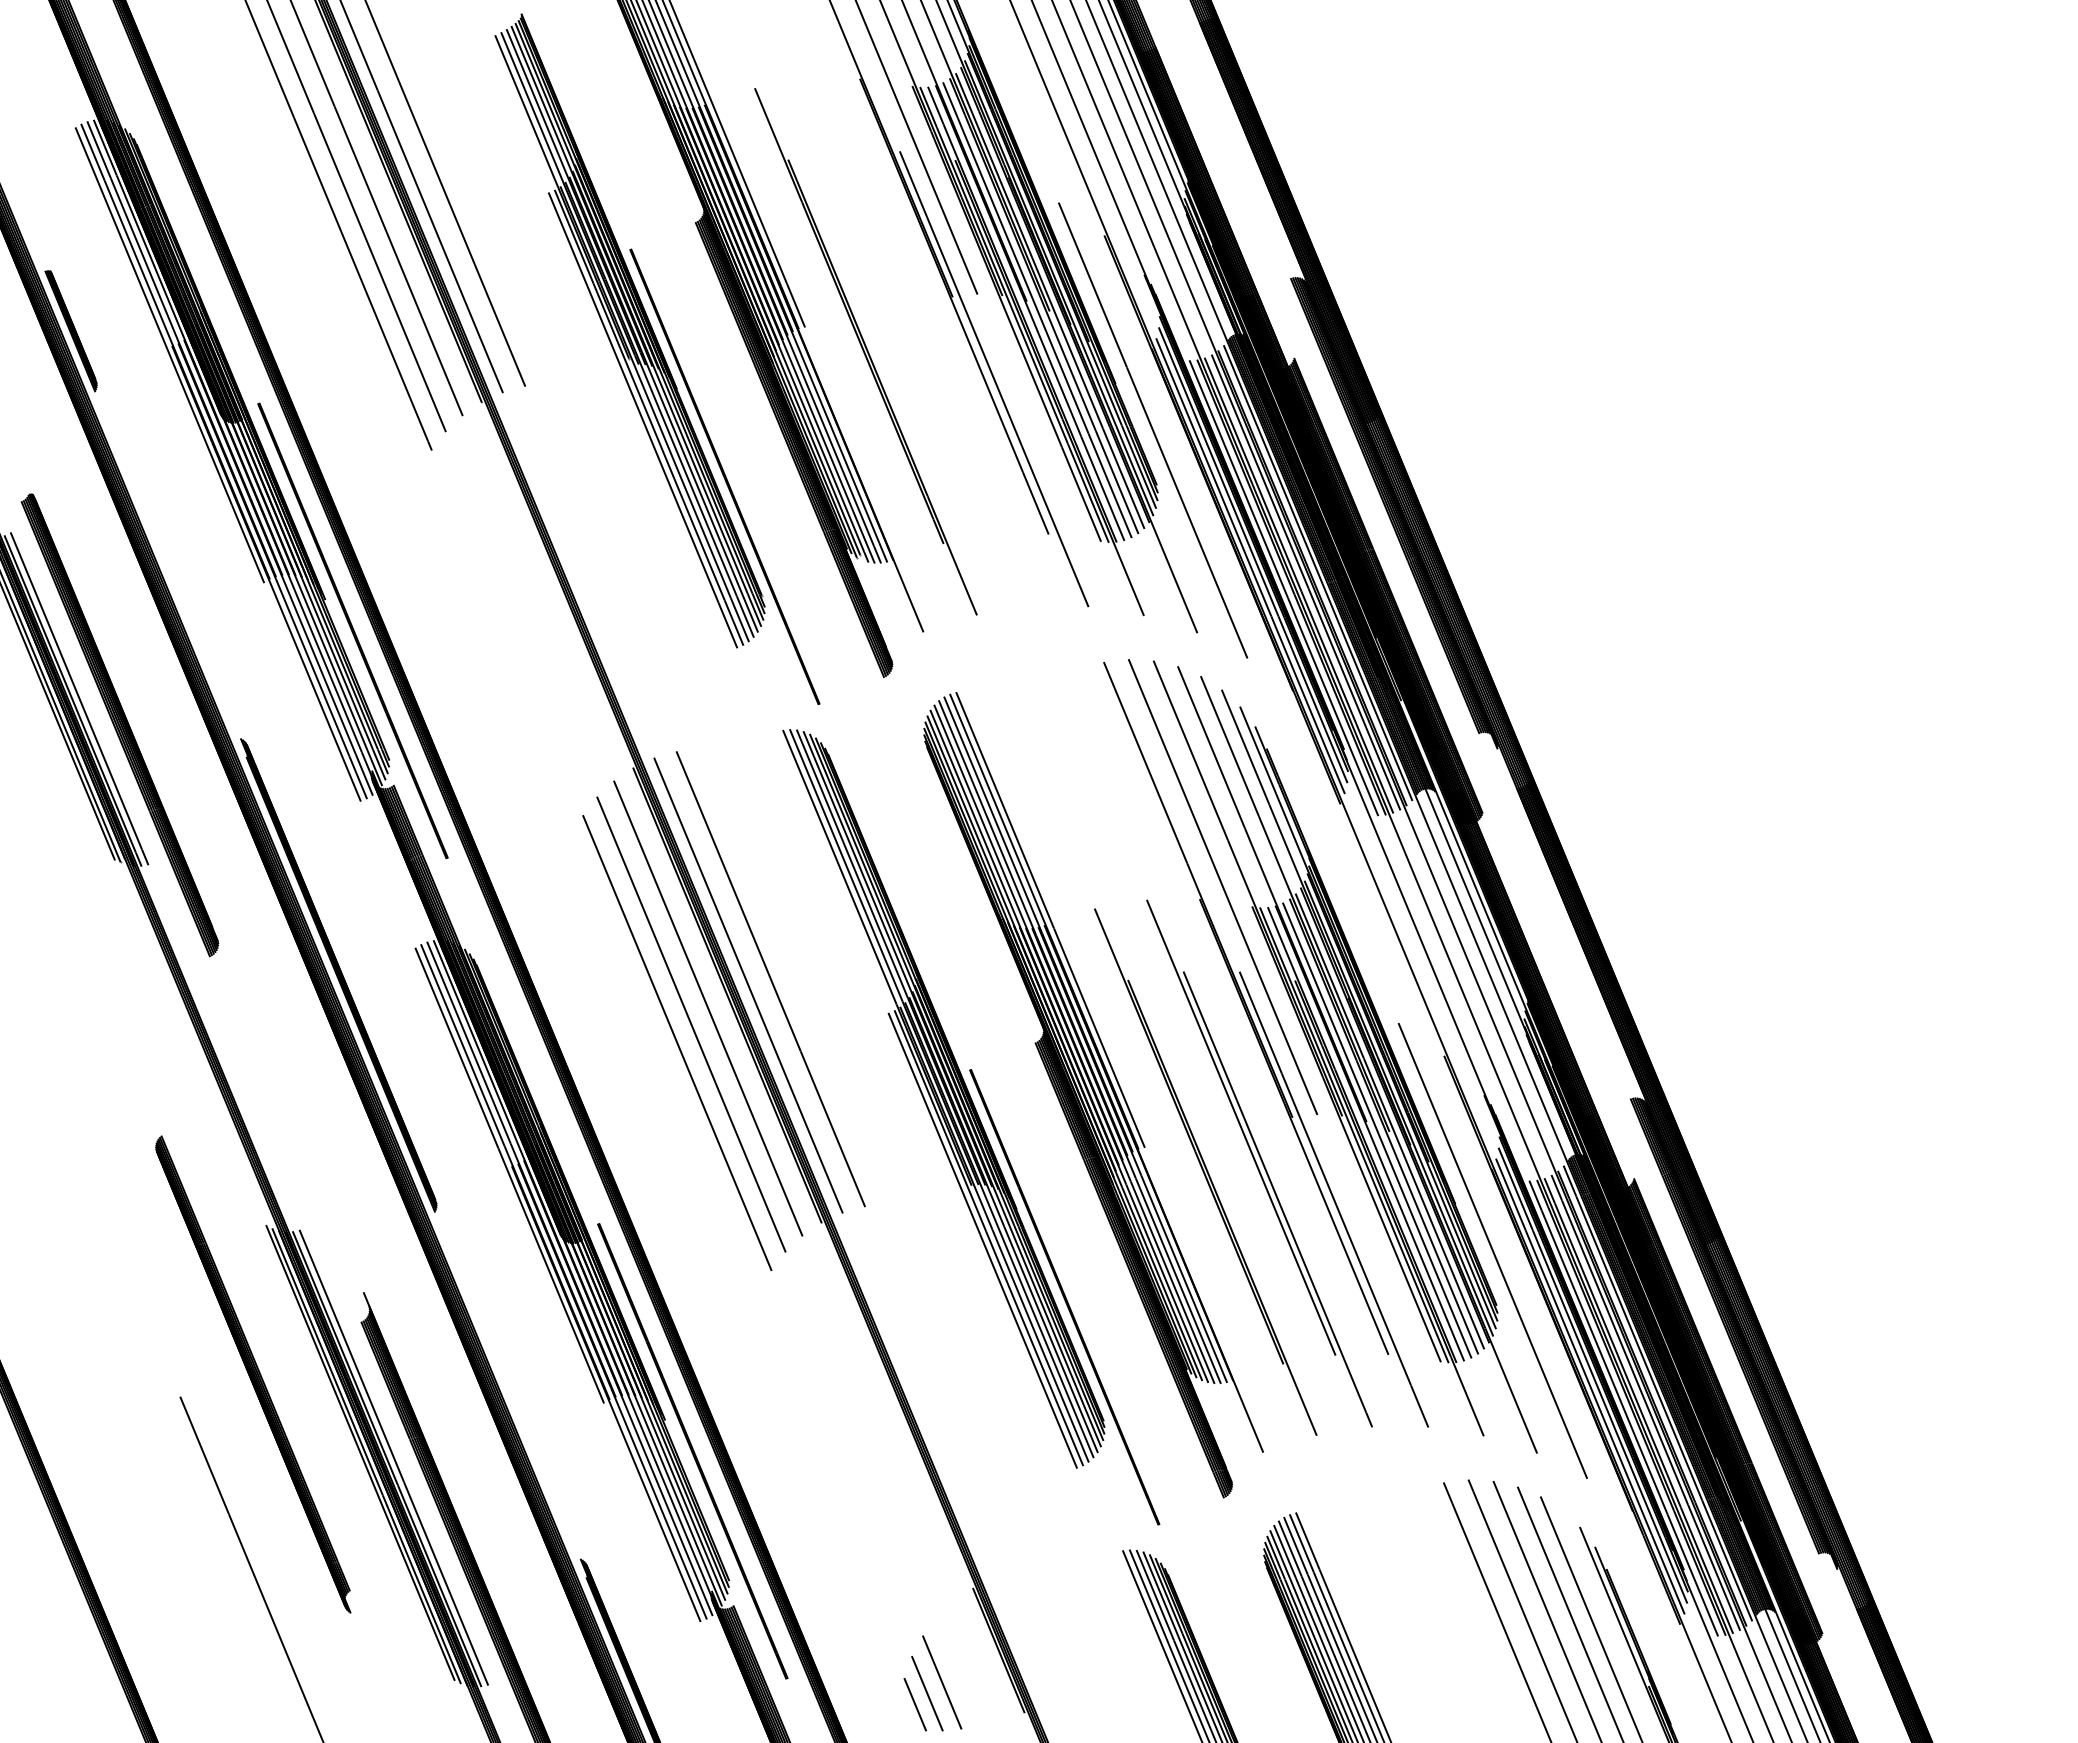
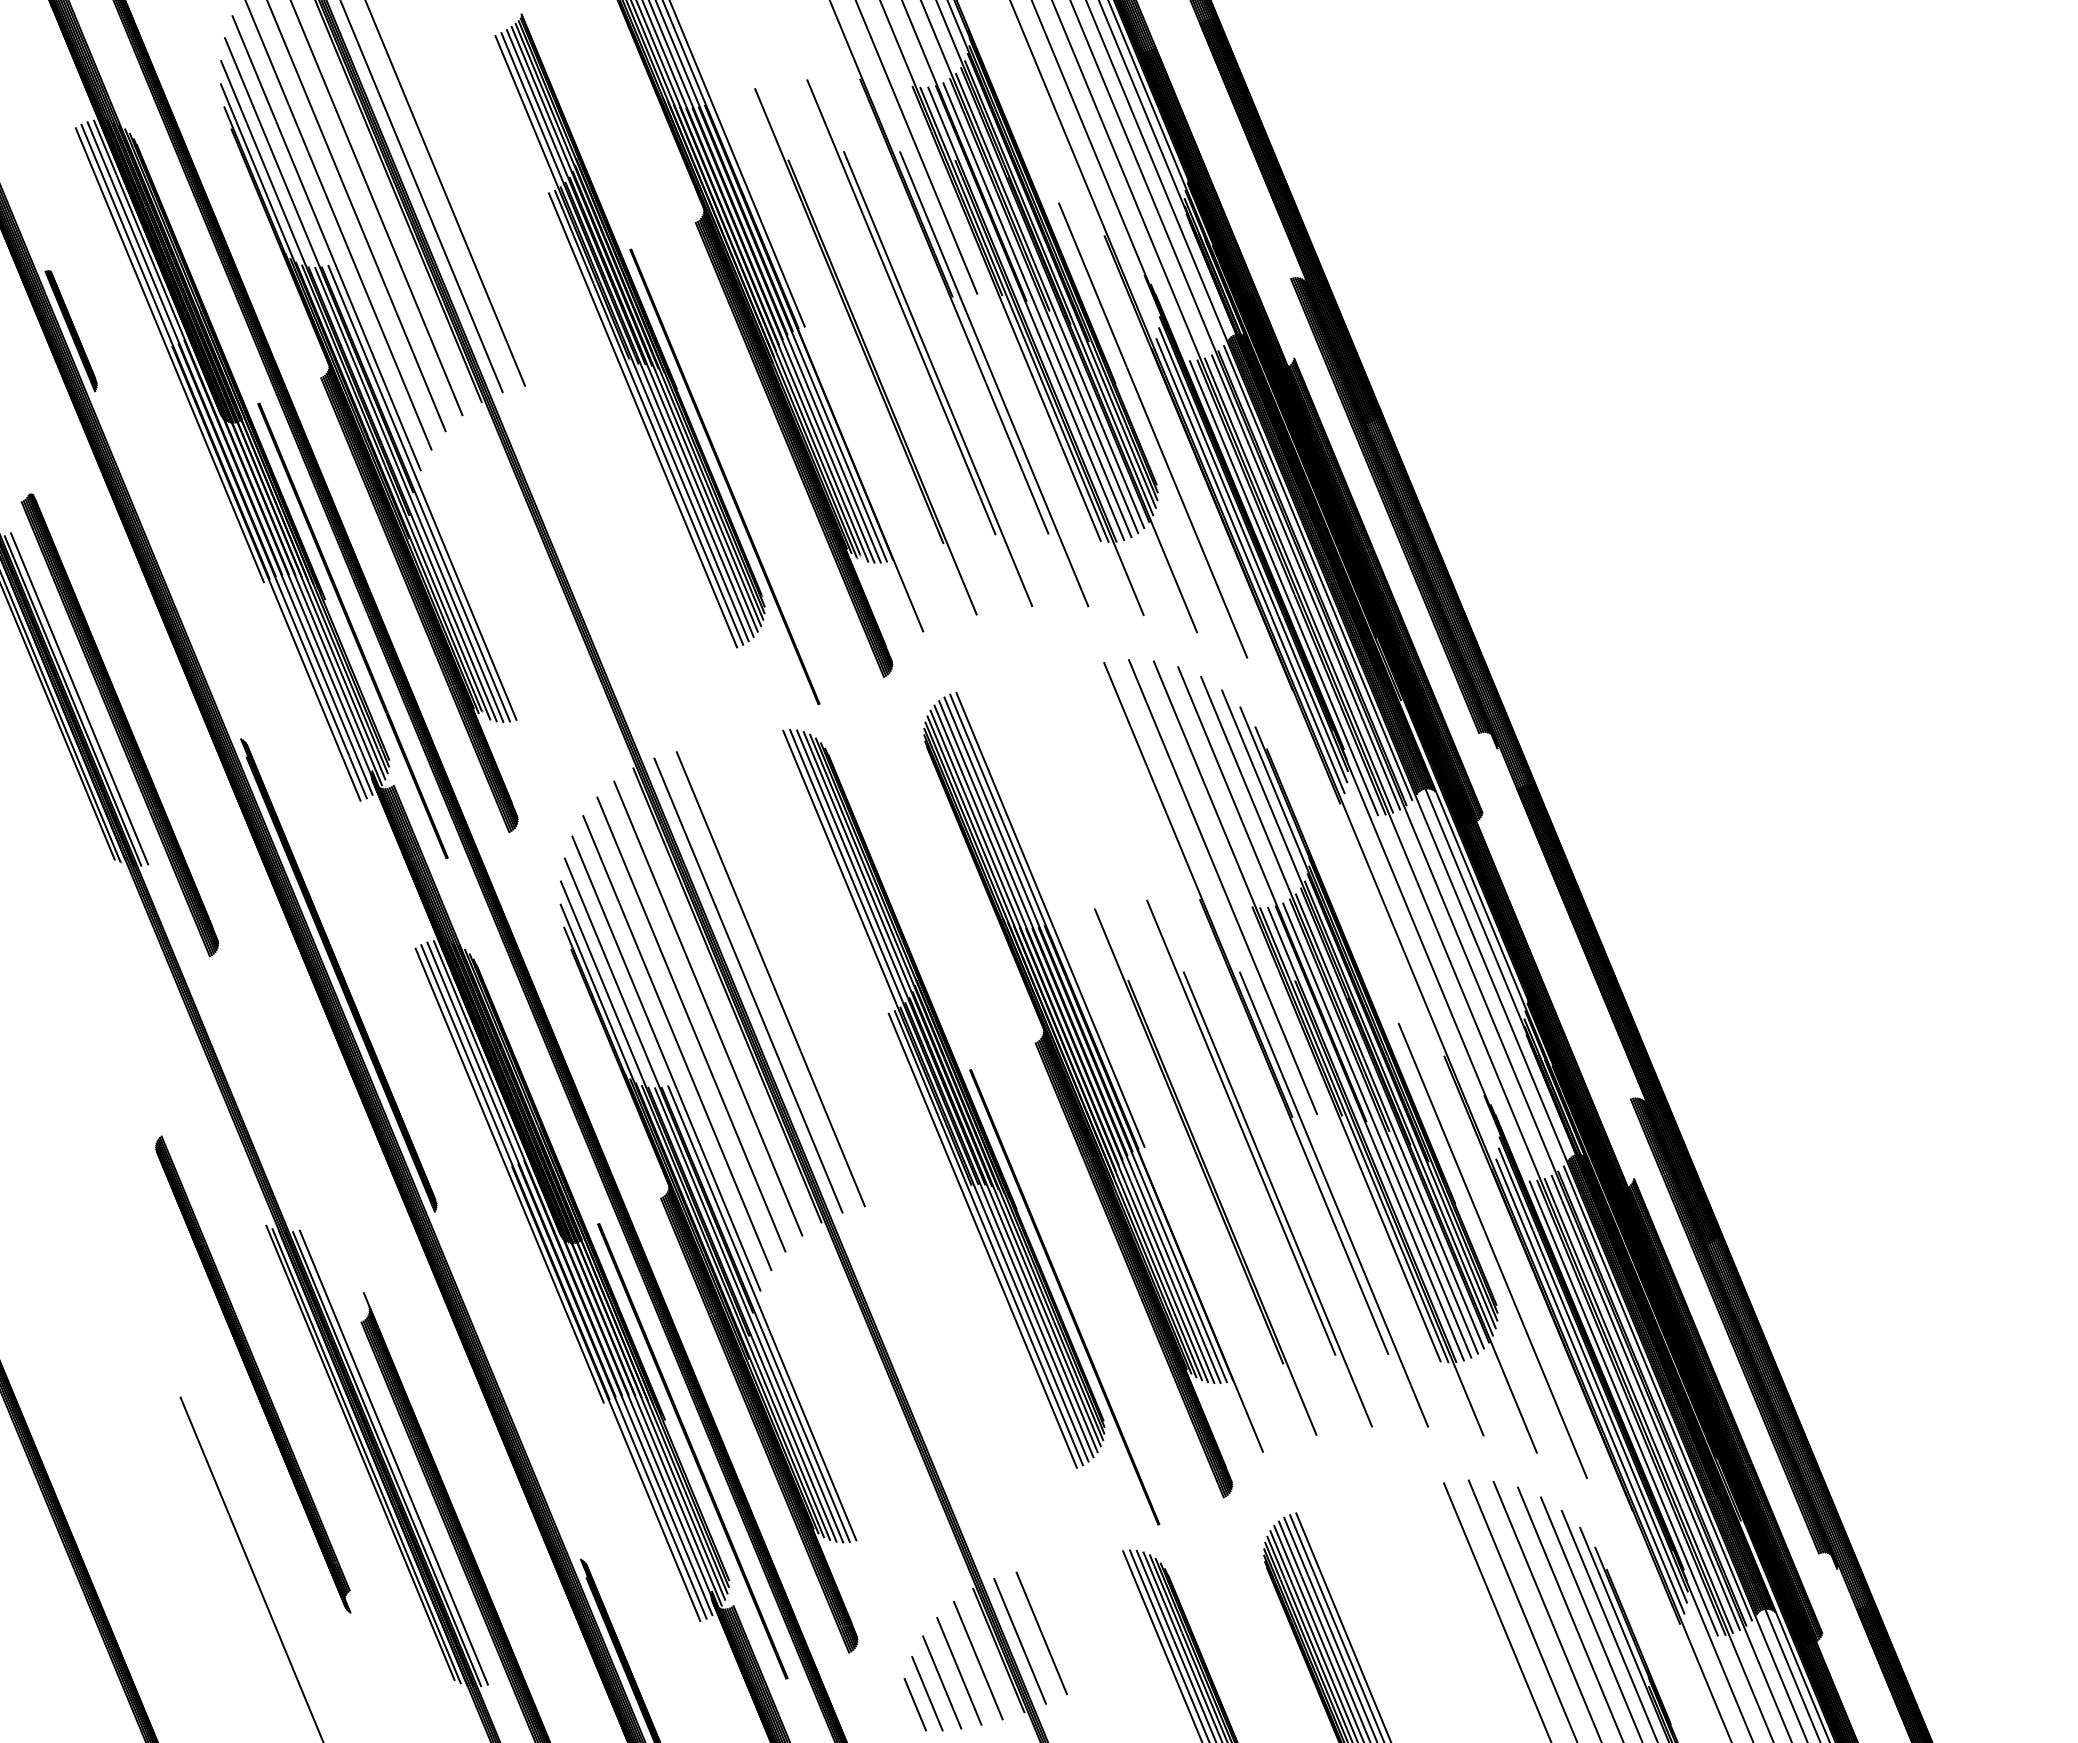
part at (919, 342): none -> present
part at (369, 424): none -> present
part at (708, 1244): none -> present
line at (1608, 1624): none -> present
line at (1041, 1632): none -> present
line at (1019, 1641): none -> present
line at (978, 1660): none -> present
line at (958, 1671): none -> present
